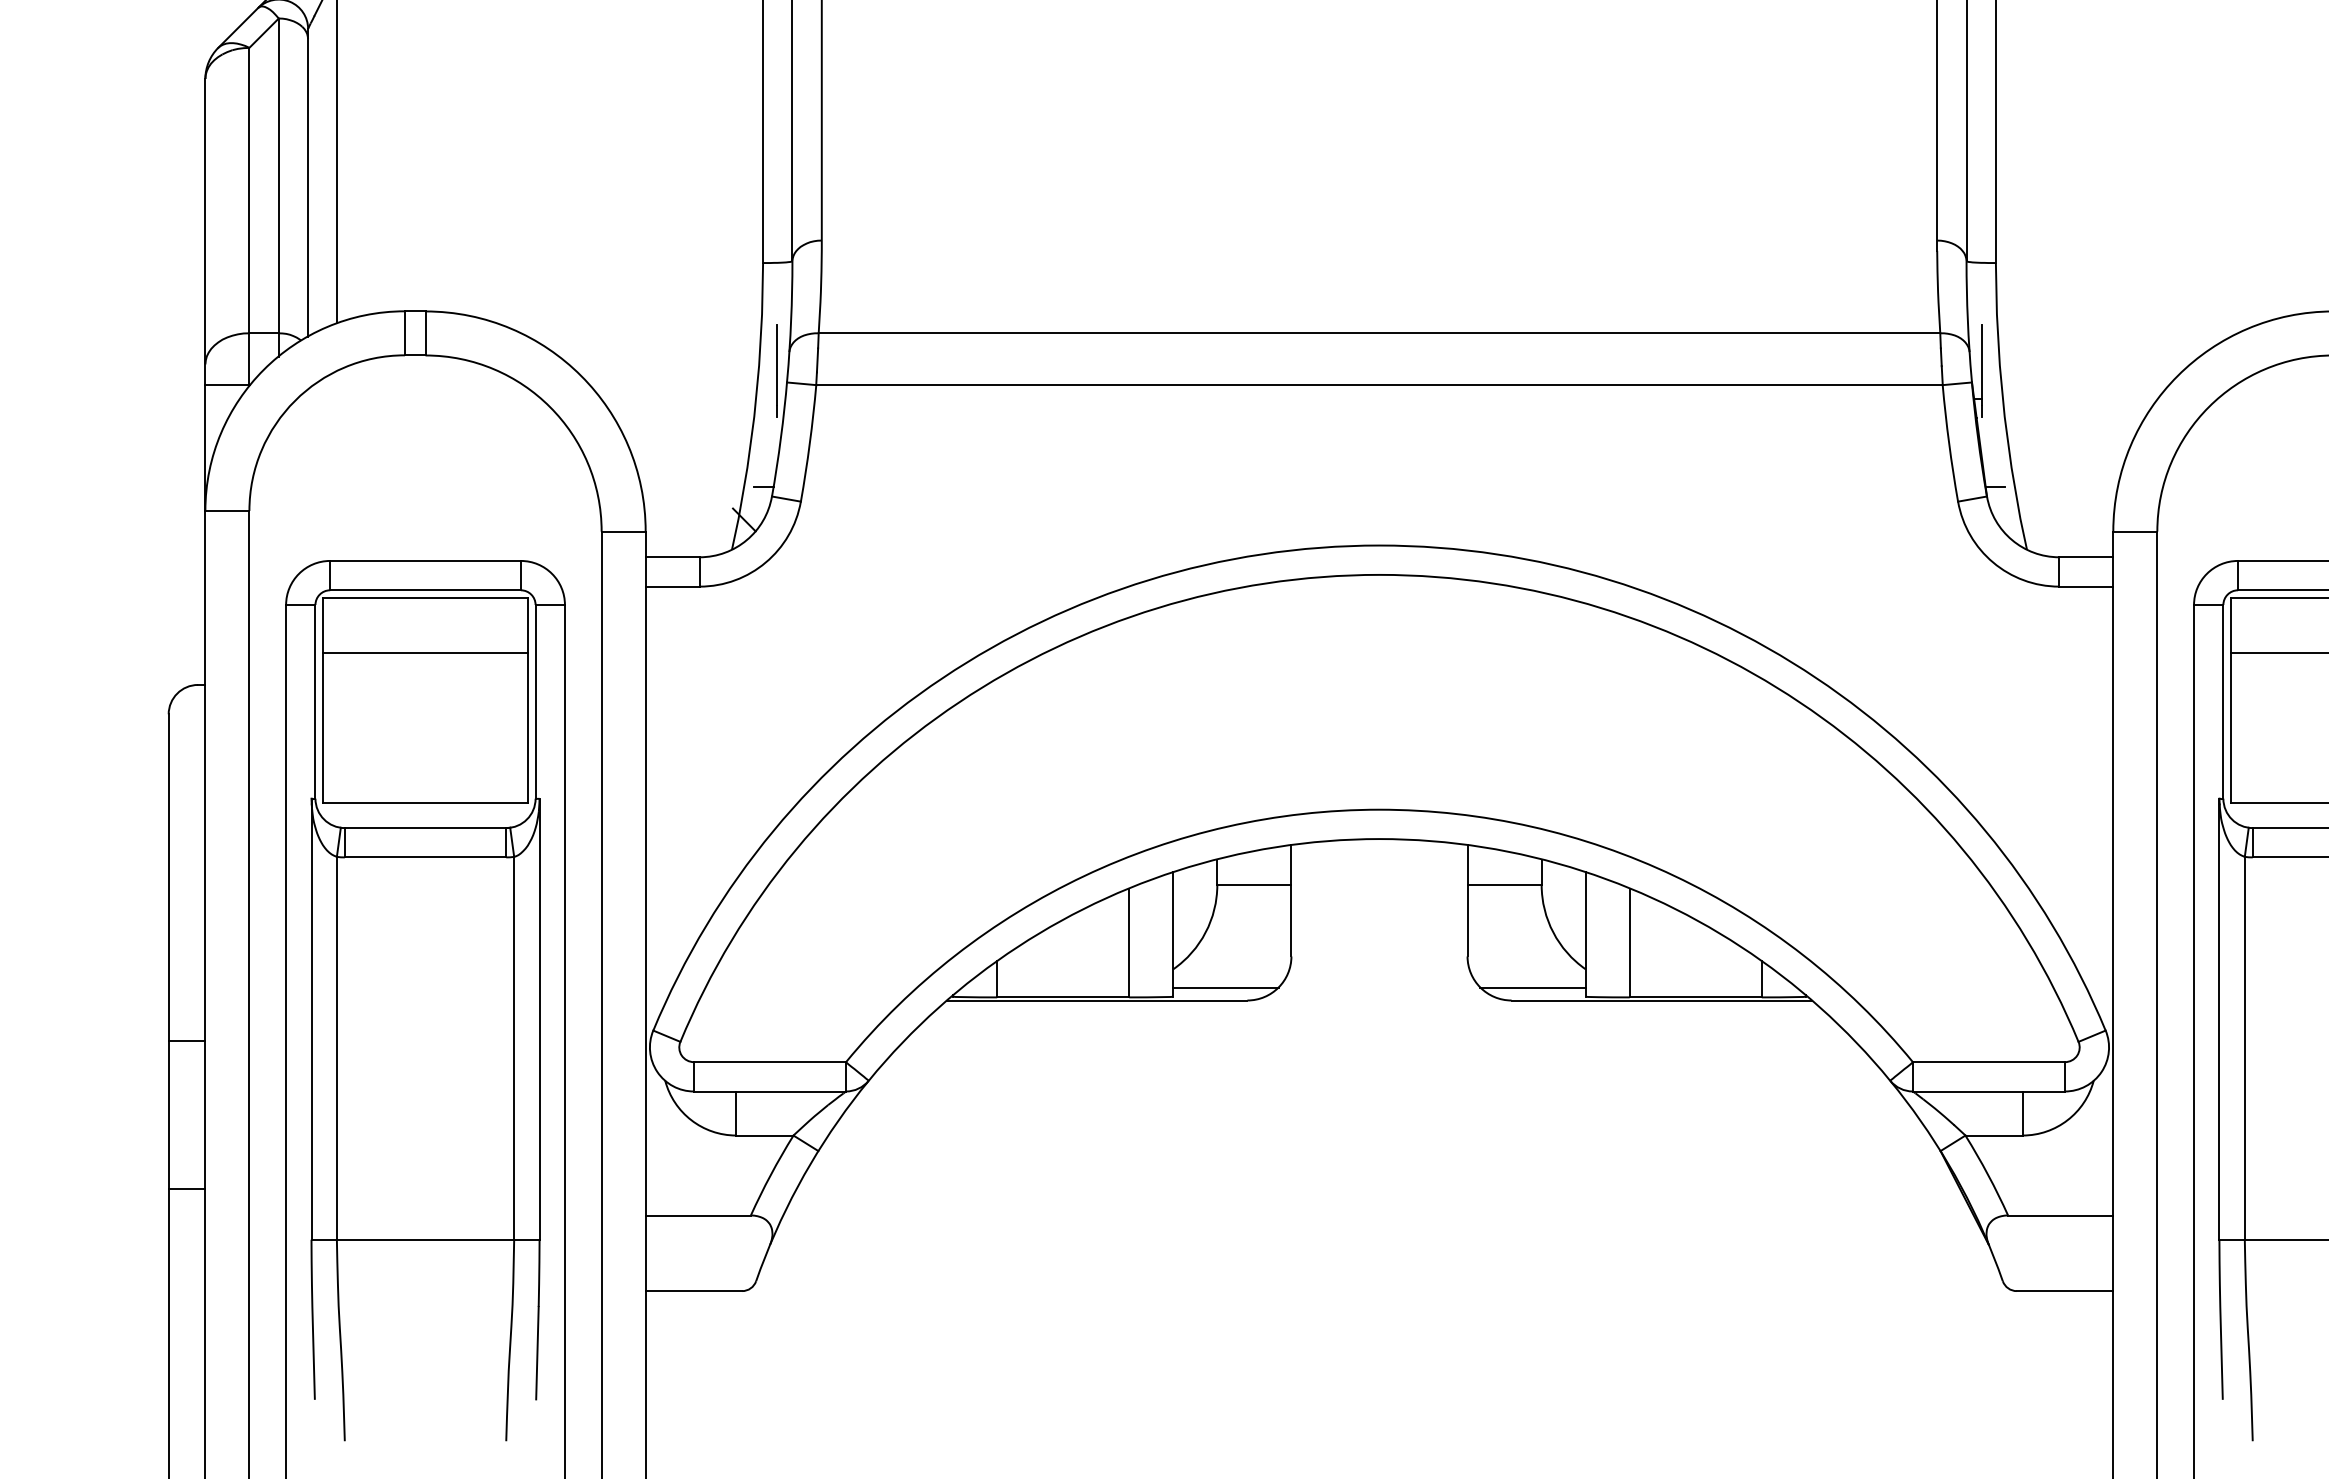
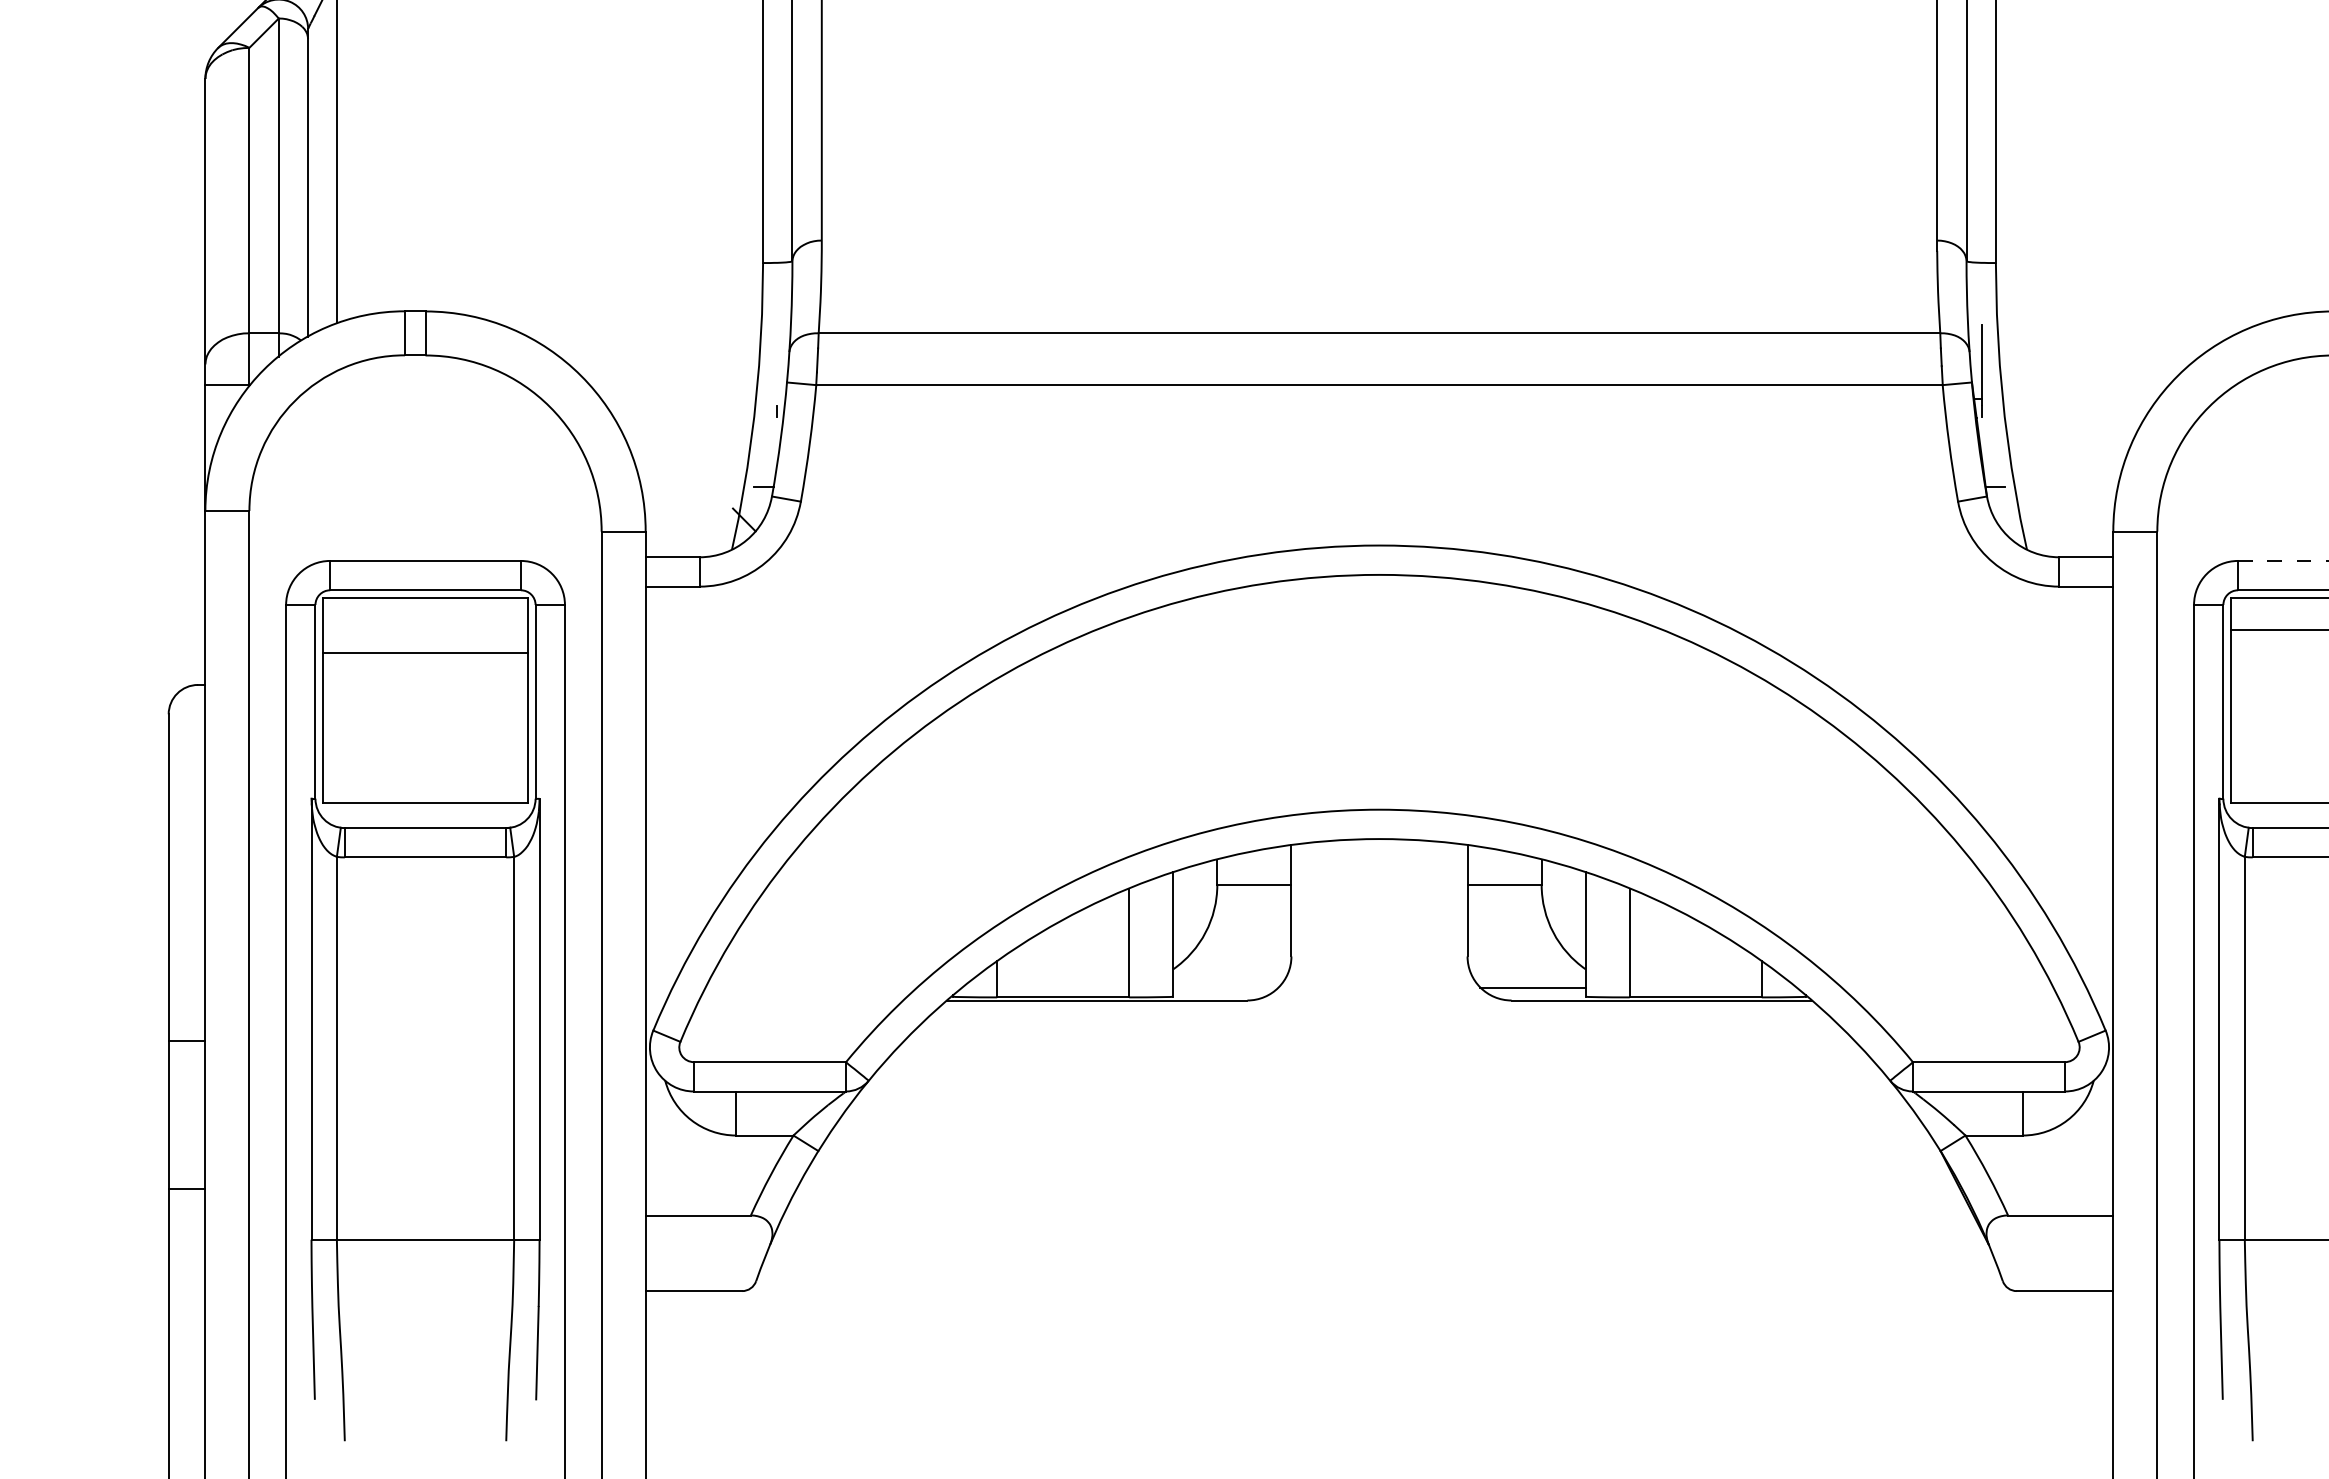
line at (777, 364): present -> none
line at (2284, 560): solid -> dashed
line at (2277, 653) position: (2277, 653) -> (2277, 630)
line at (1225, 987): present -> none
